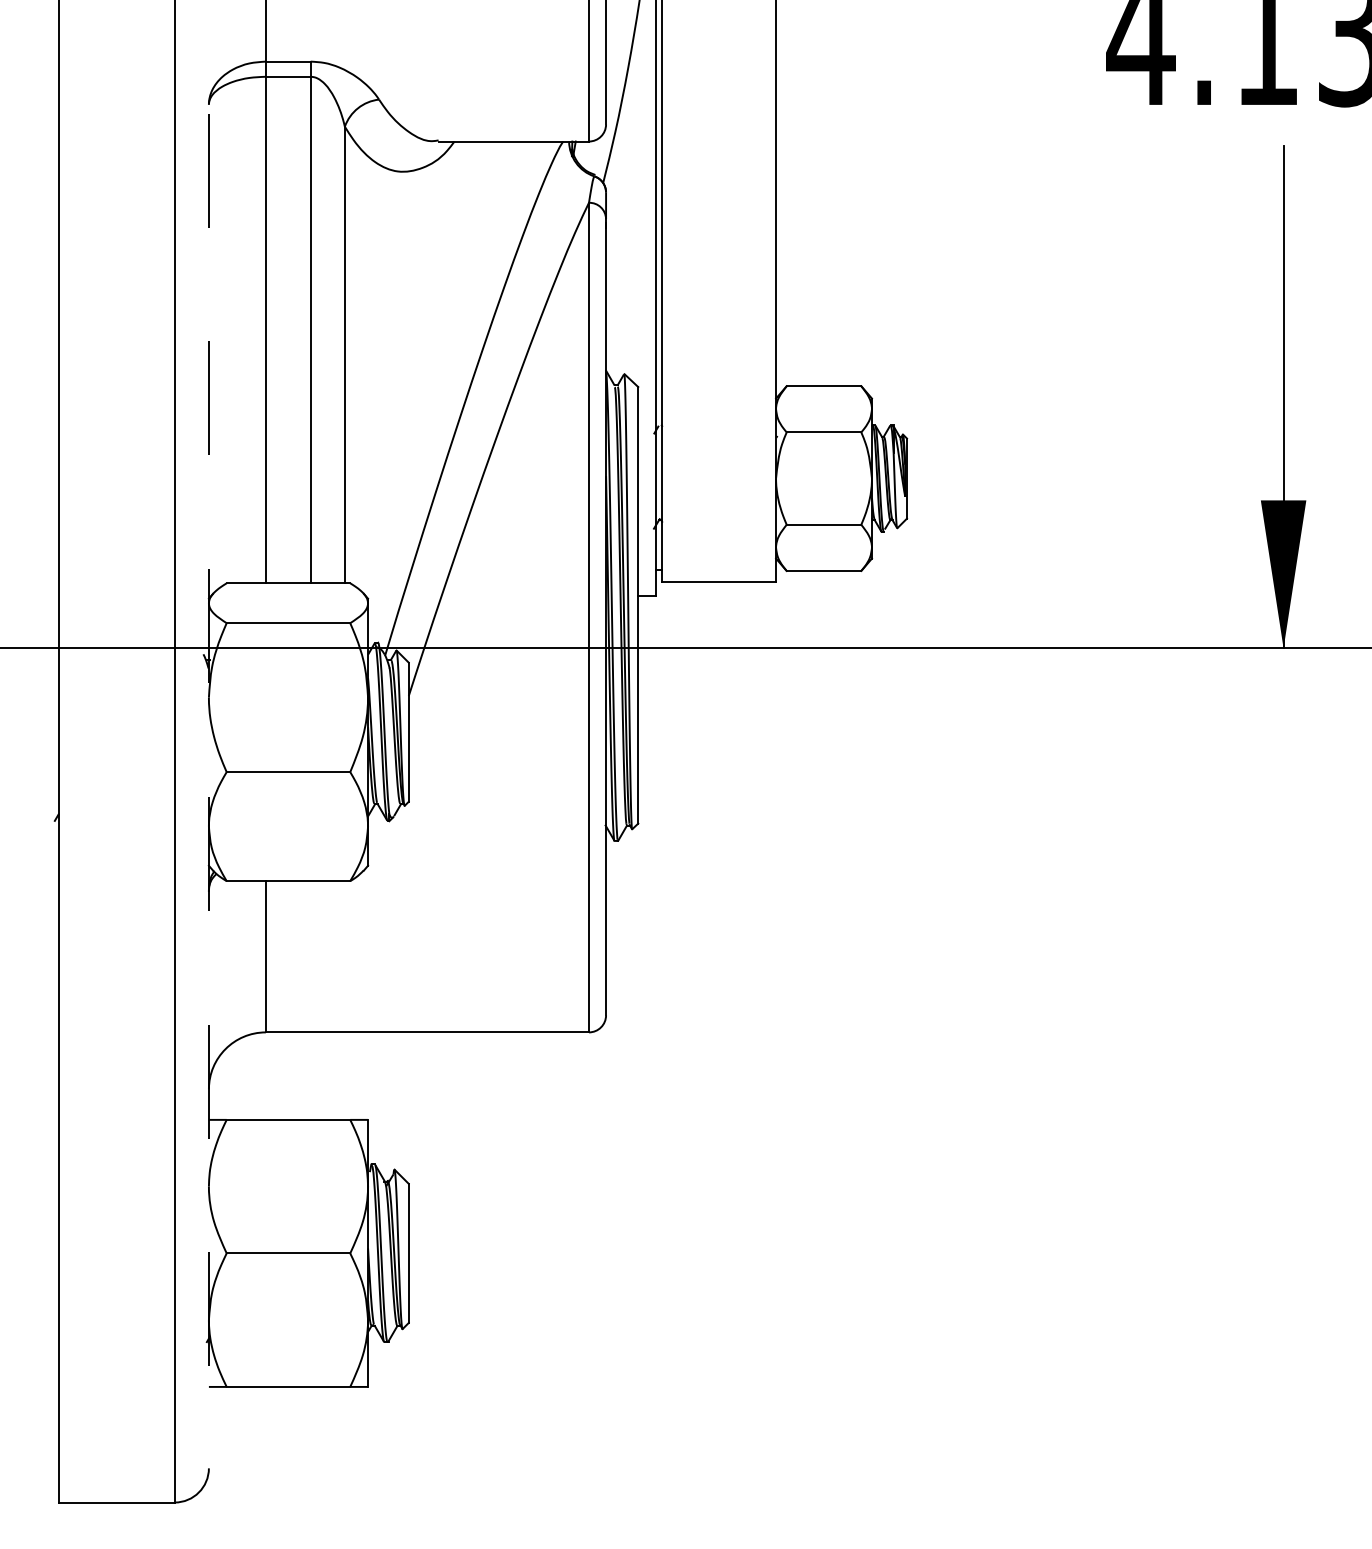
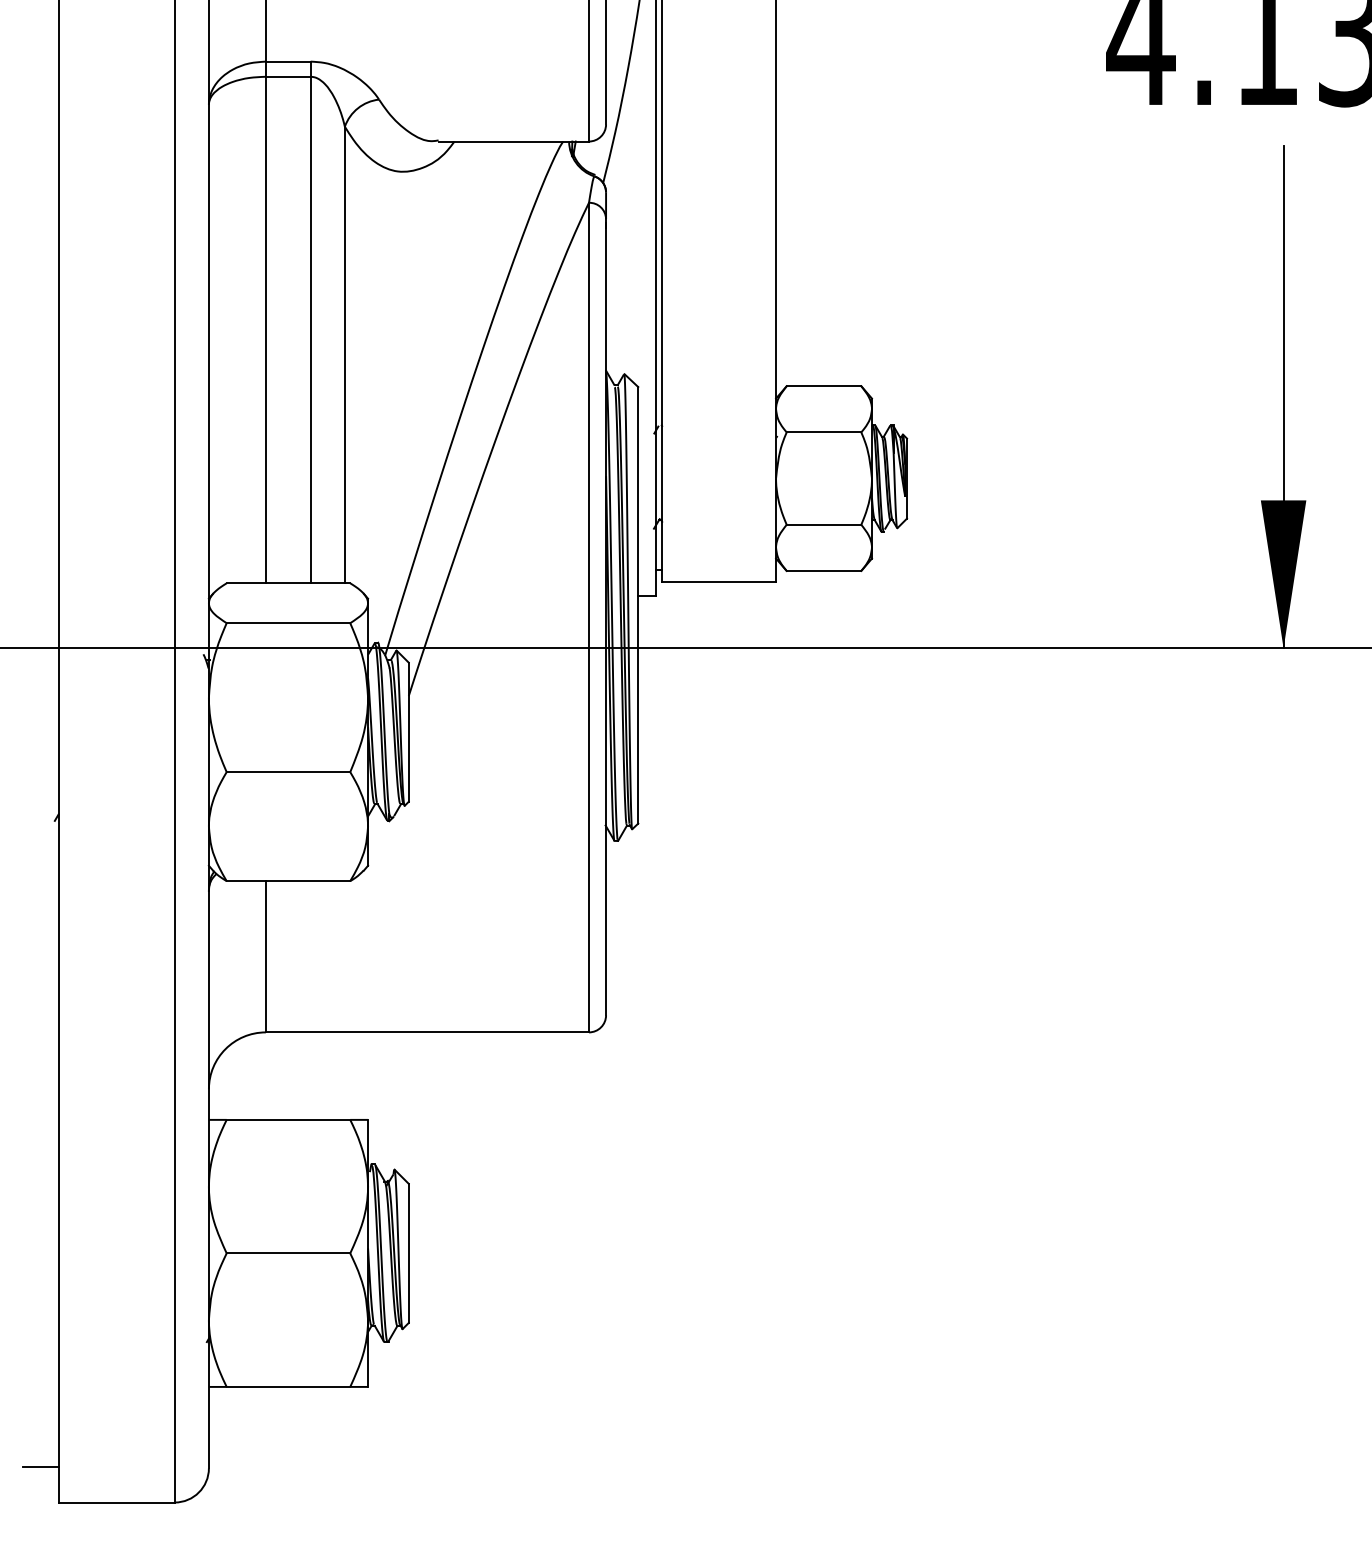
line at (208, 734): dashed -> solid
line at (40, 1466): none -> present
